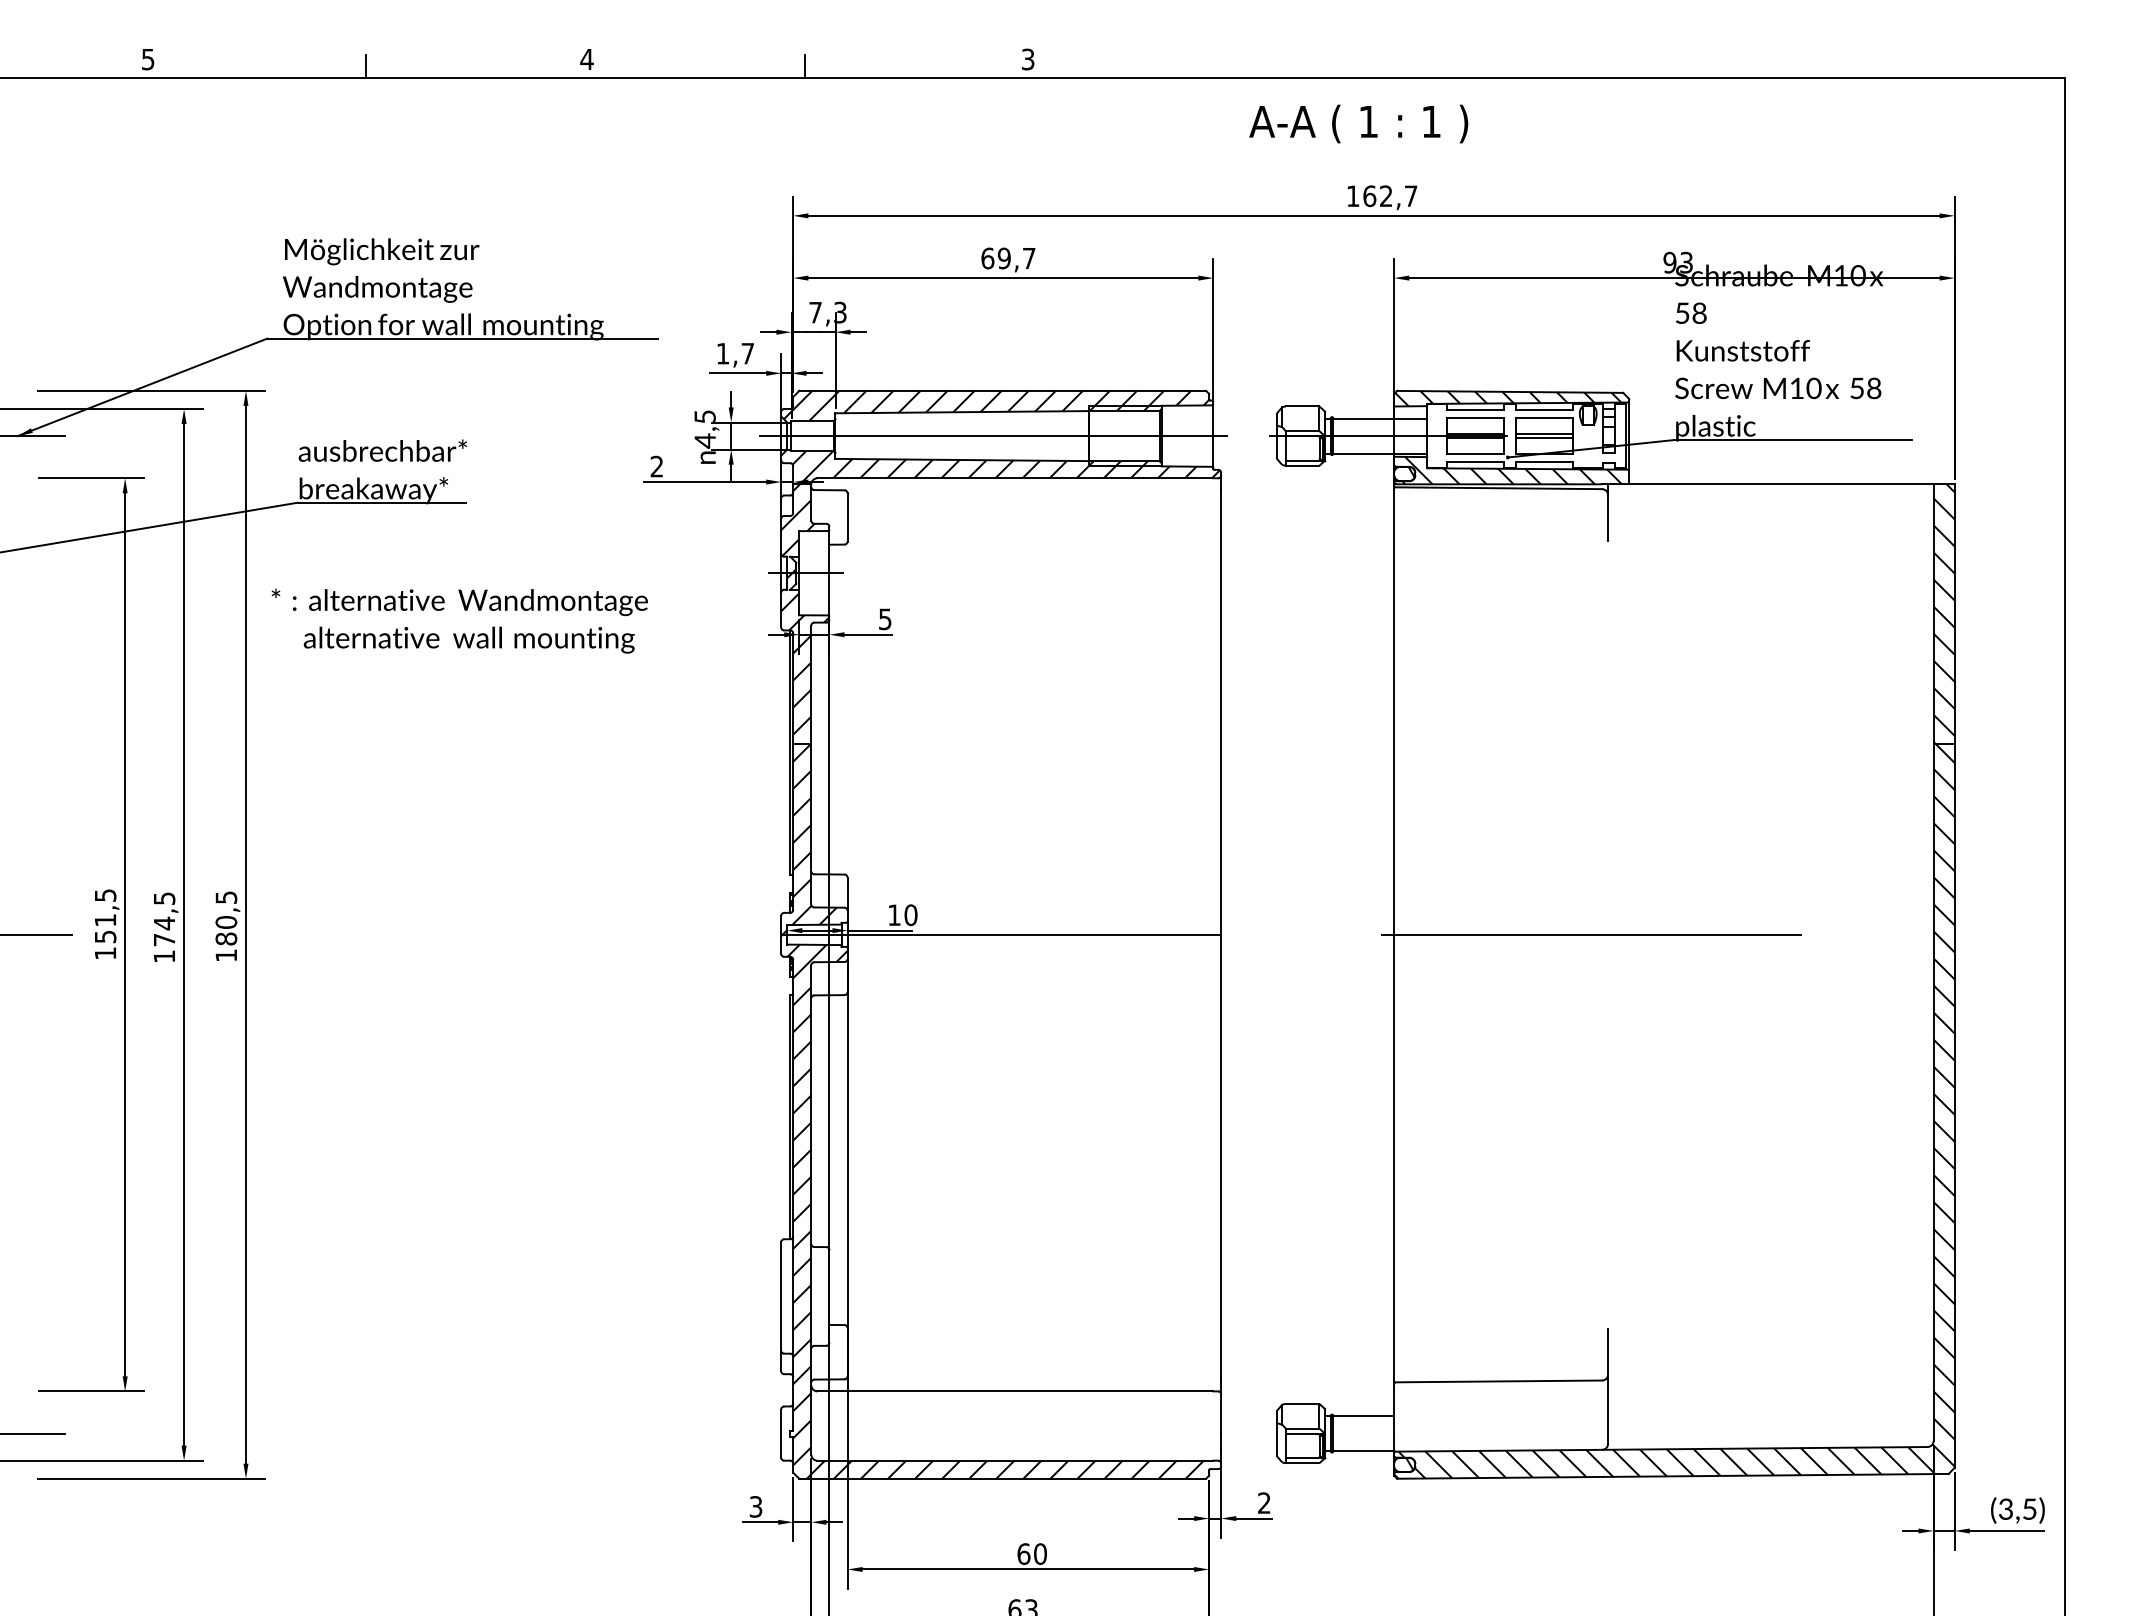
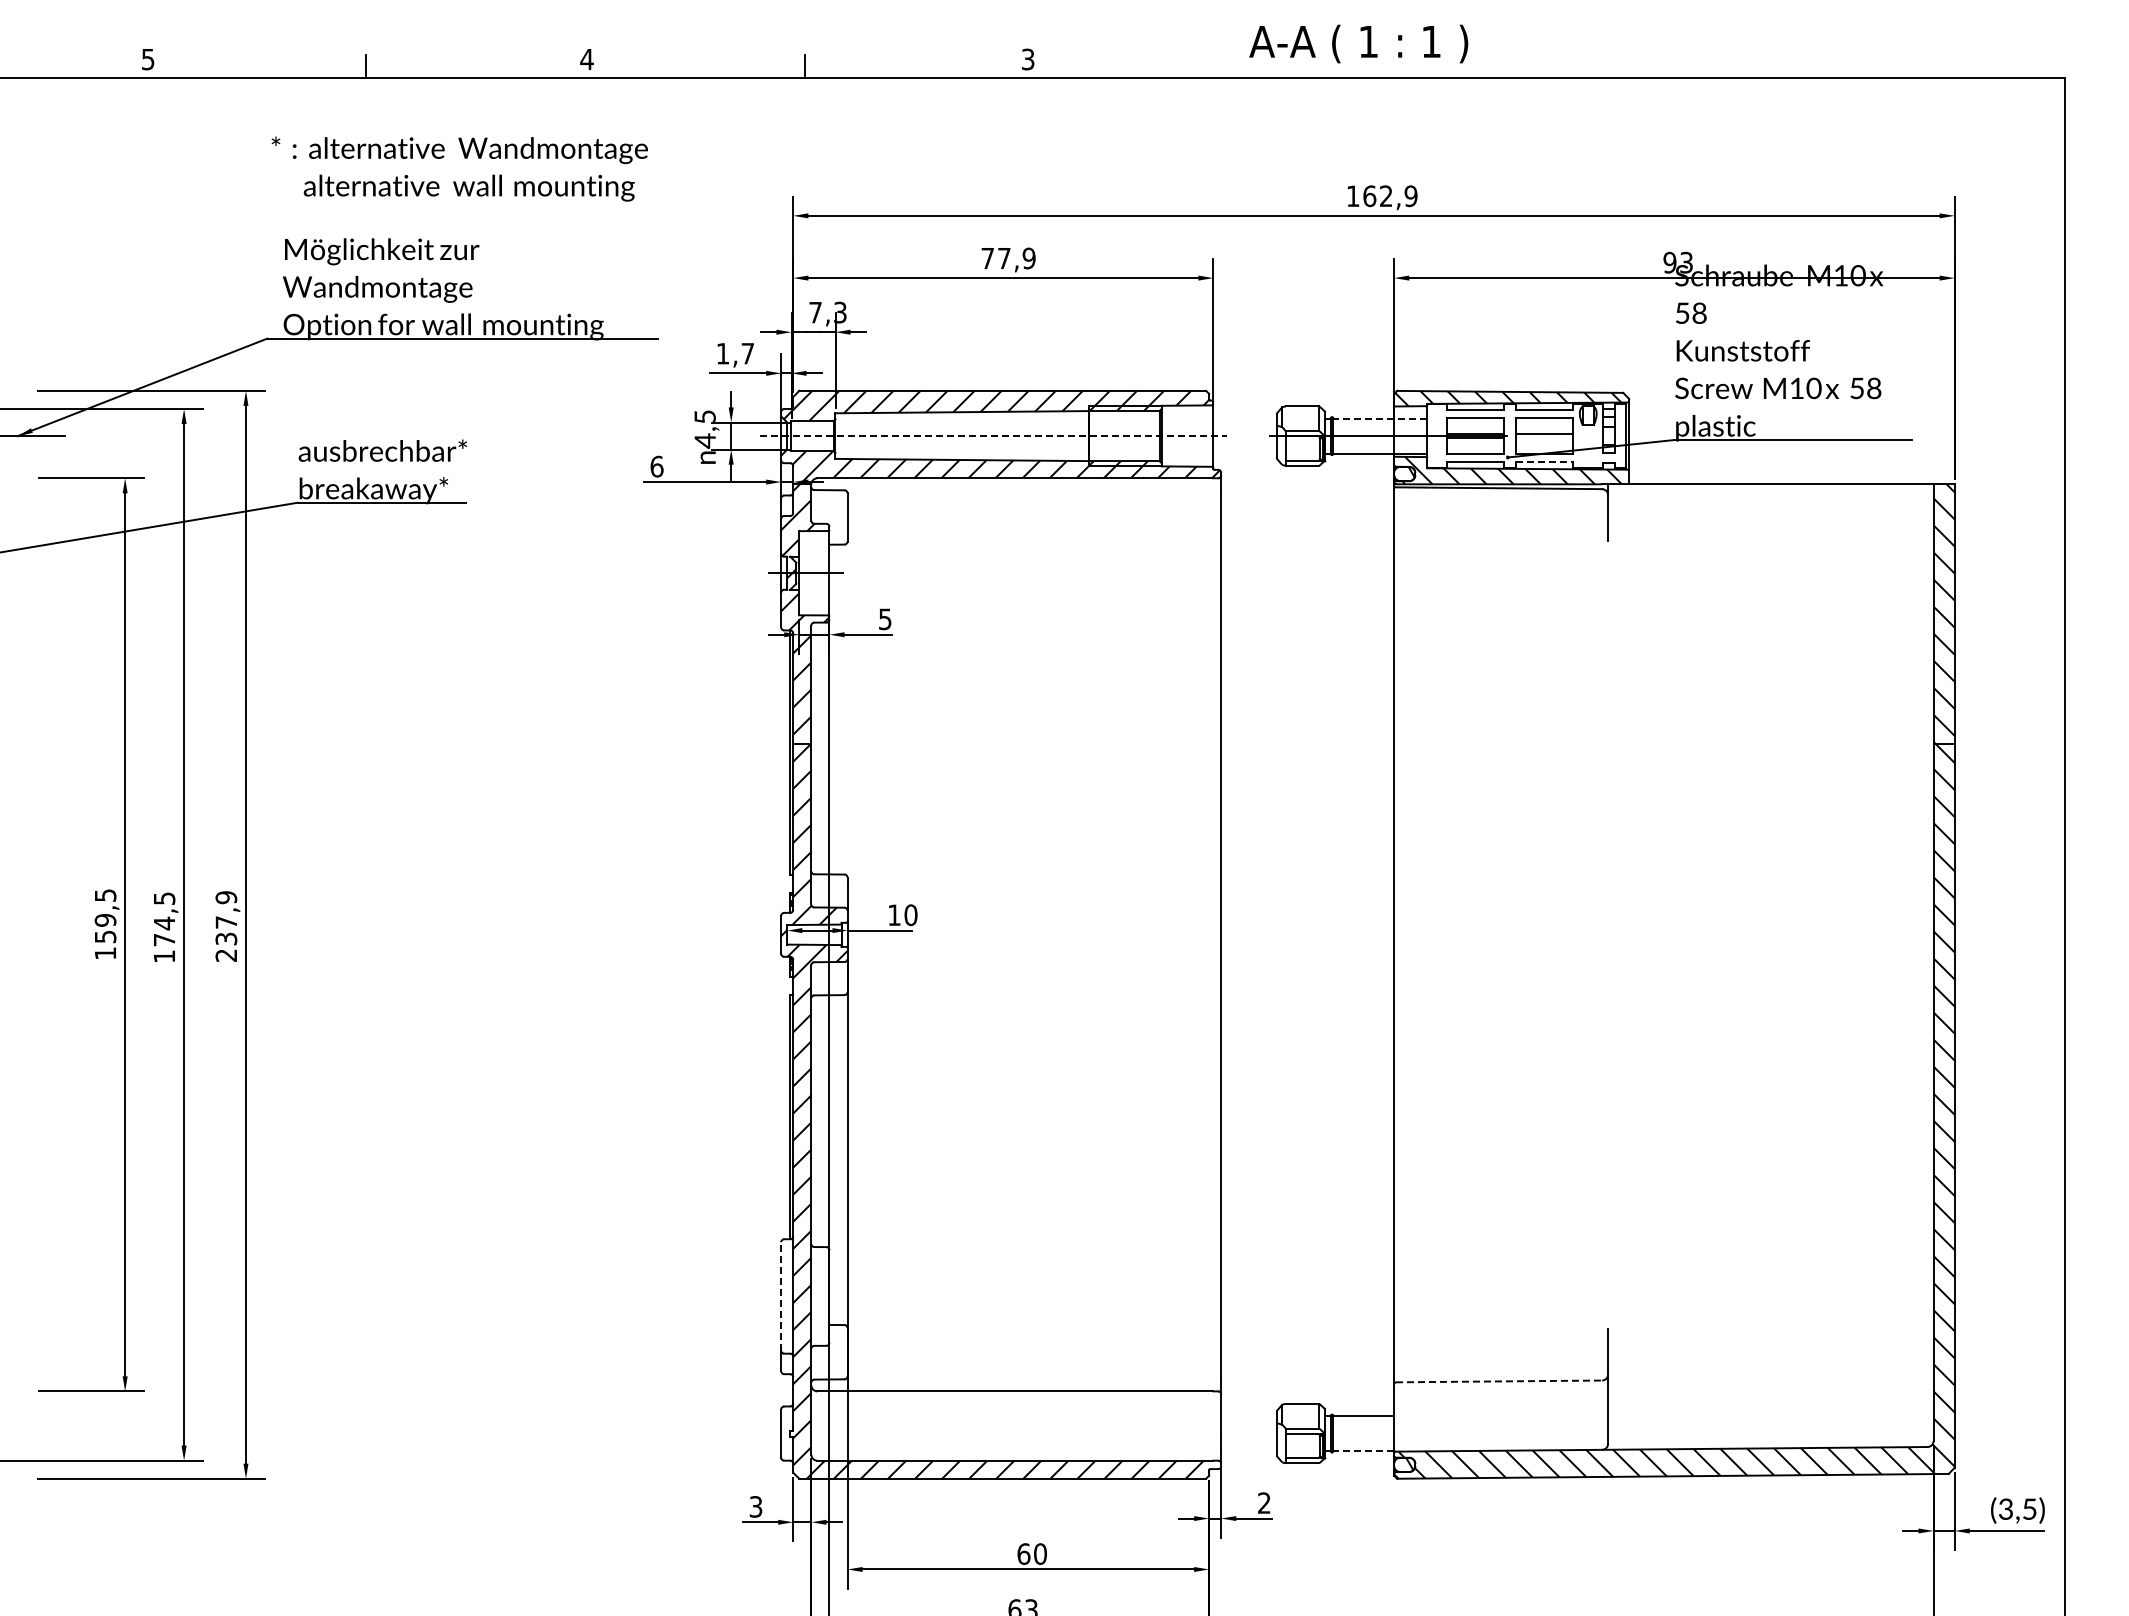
text at (1358, 123) position: (1358, 123) -> (1358, 43)
text at (1410, 196): 162,7 -> 162,9
text at (1008, 258): 69,7 -> 77,9
line at (1379, 418): solid -> dashed
line at (993, 436): solid -> dashed
line at (1544, 438): present -> none
line at (1544, 462): solid -> dashed
text at (656, 466): 2 -> 6
text at (459, 620) position: (459, 620) -> (459, 168)
text at (105, 920): 151,5 -> 159,5
text at (226, 926): 180,5 -> 237,9
line at (37, 934): present -> none
line at (1002, 934): present -> none
line at (1591, 934): present -> none
line at (781, 1295): solid -> dashed
line at (1499, 1381): solid -> dashed
line at (33, 1433): present -> none
line at (1363, 1451): solid -> dashed
